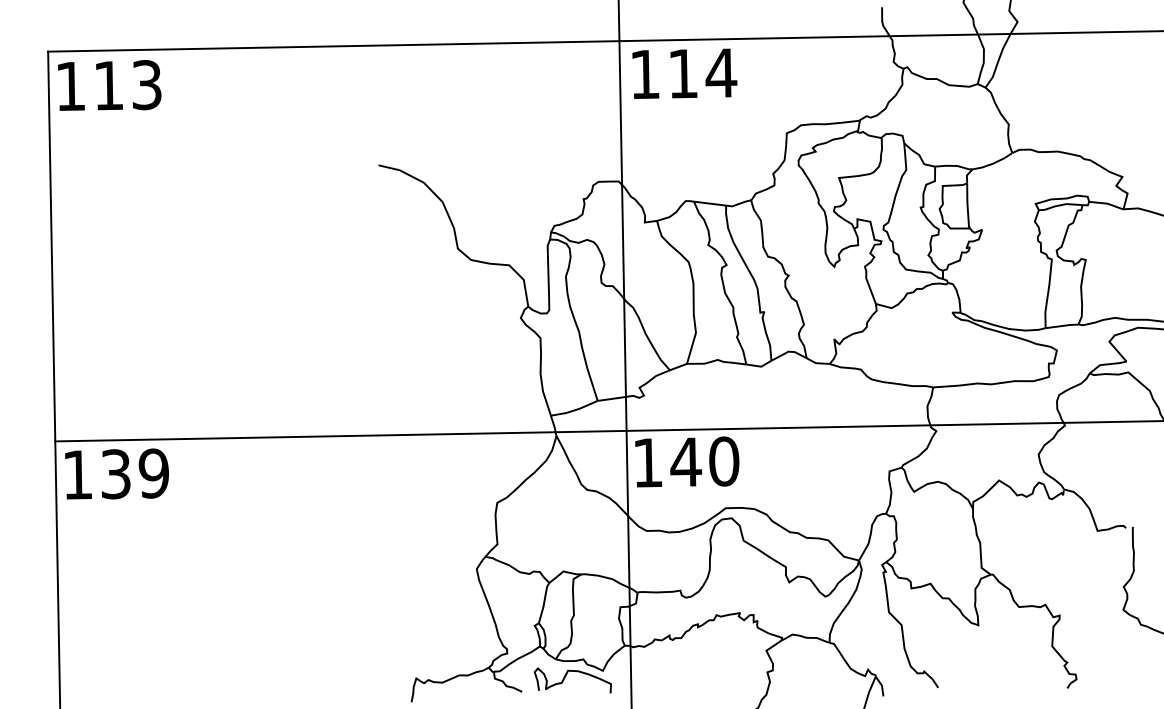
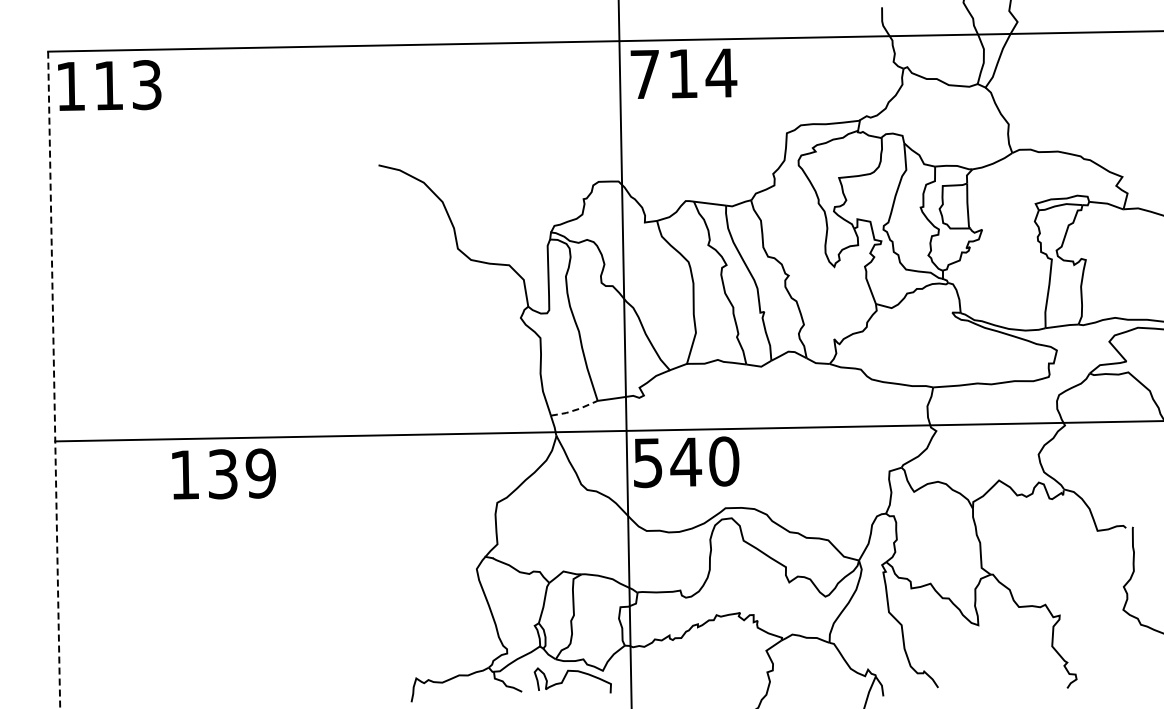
text at (644, 74): 114 -> 714
line at (54, 380): solid -> dashed
line at (574, 410): solid -> dashed
text at (648, 463): 140 -> 540
text at (116, 473) position: (116, 473) -> (223, 473)
